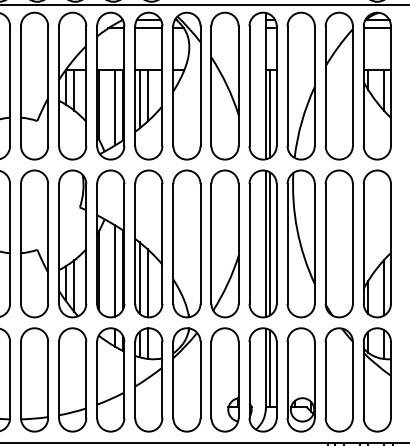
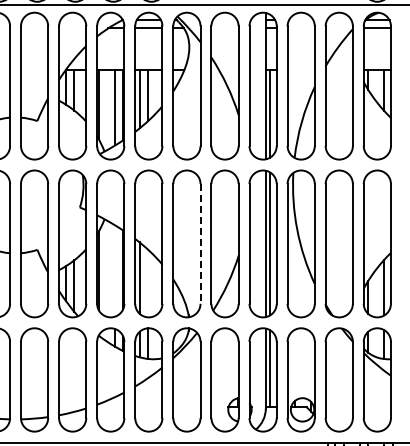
line at (200, 243): solid -> dashed
line at (115, 270): present -> none
line at (147, 283): present -> none
